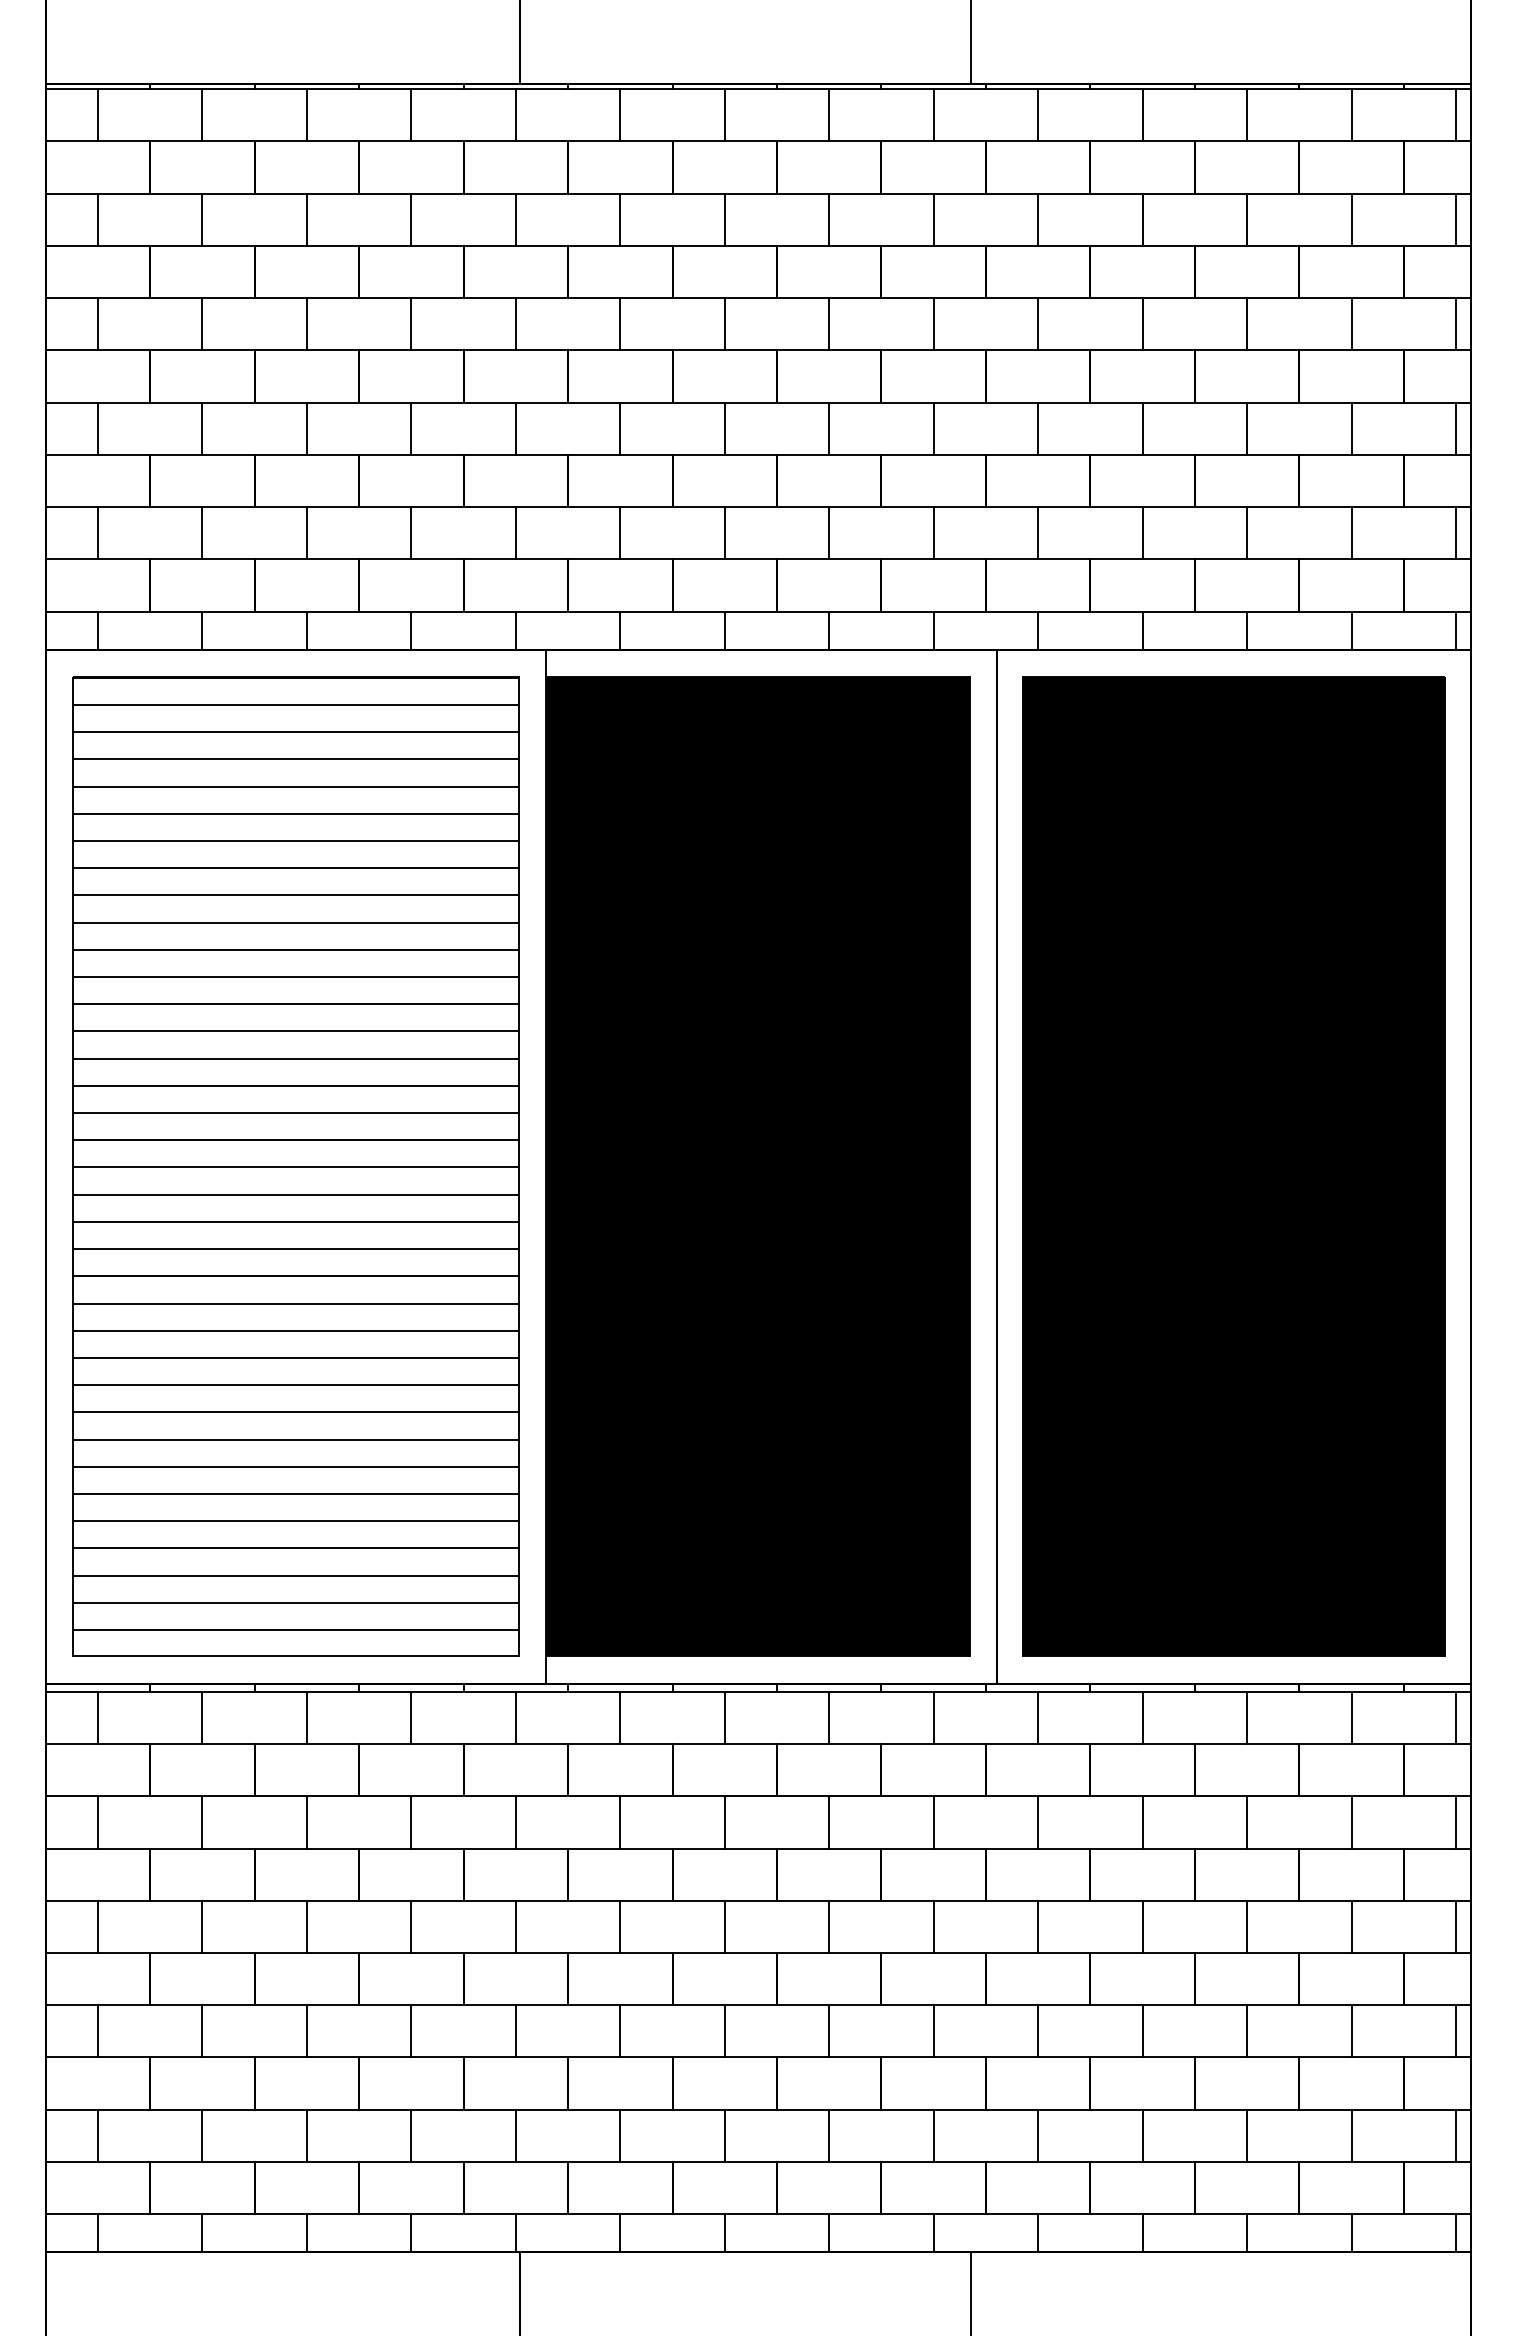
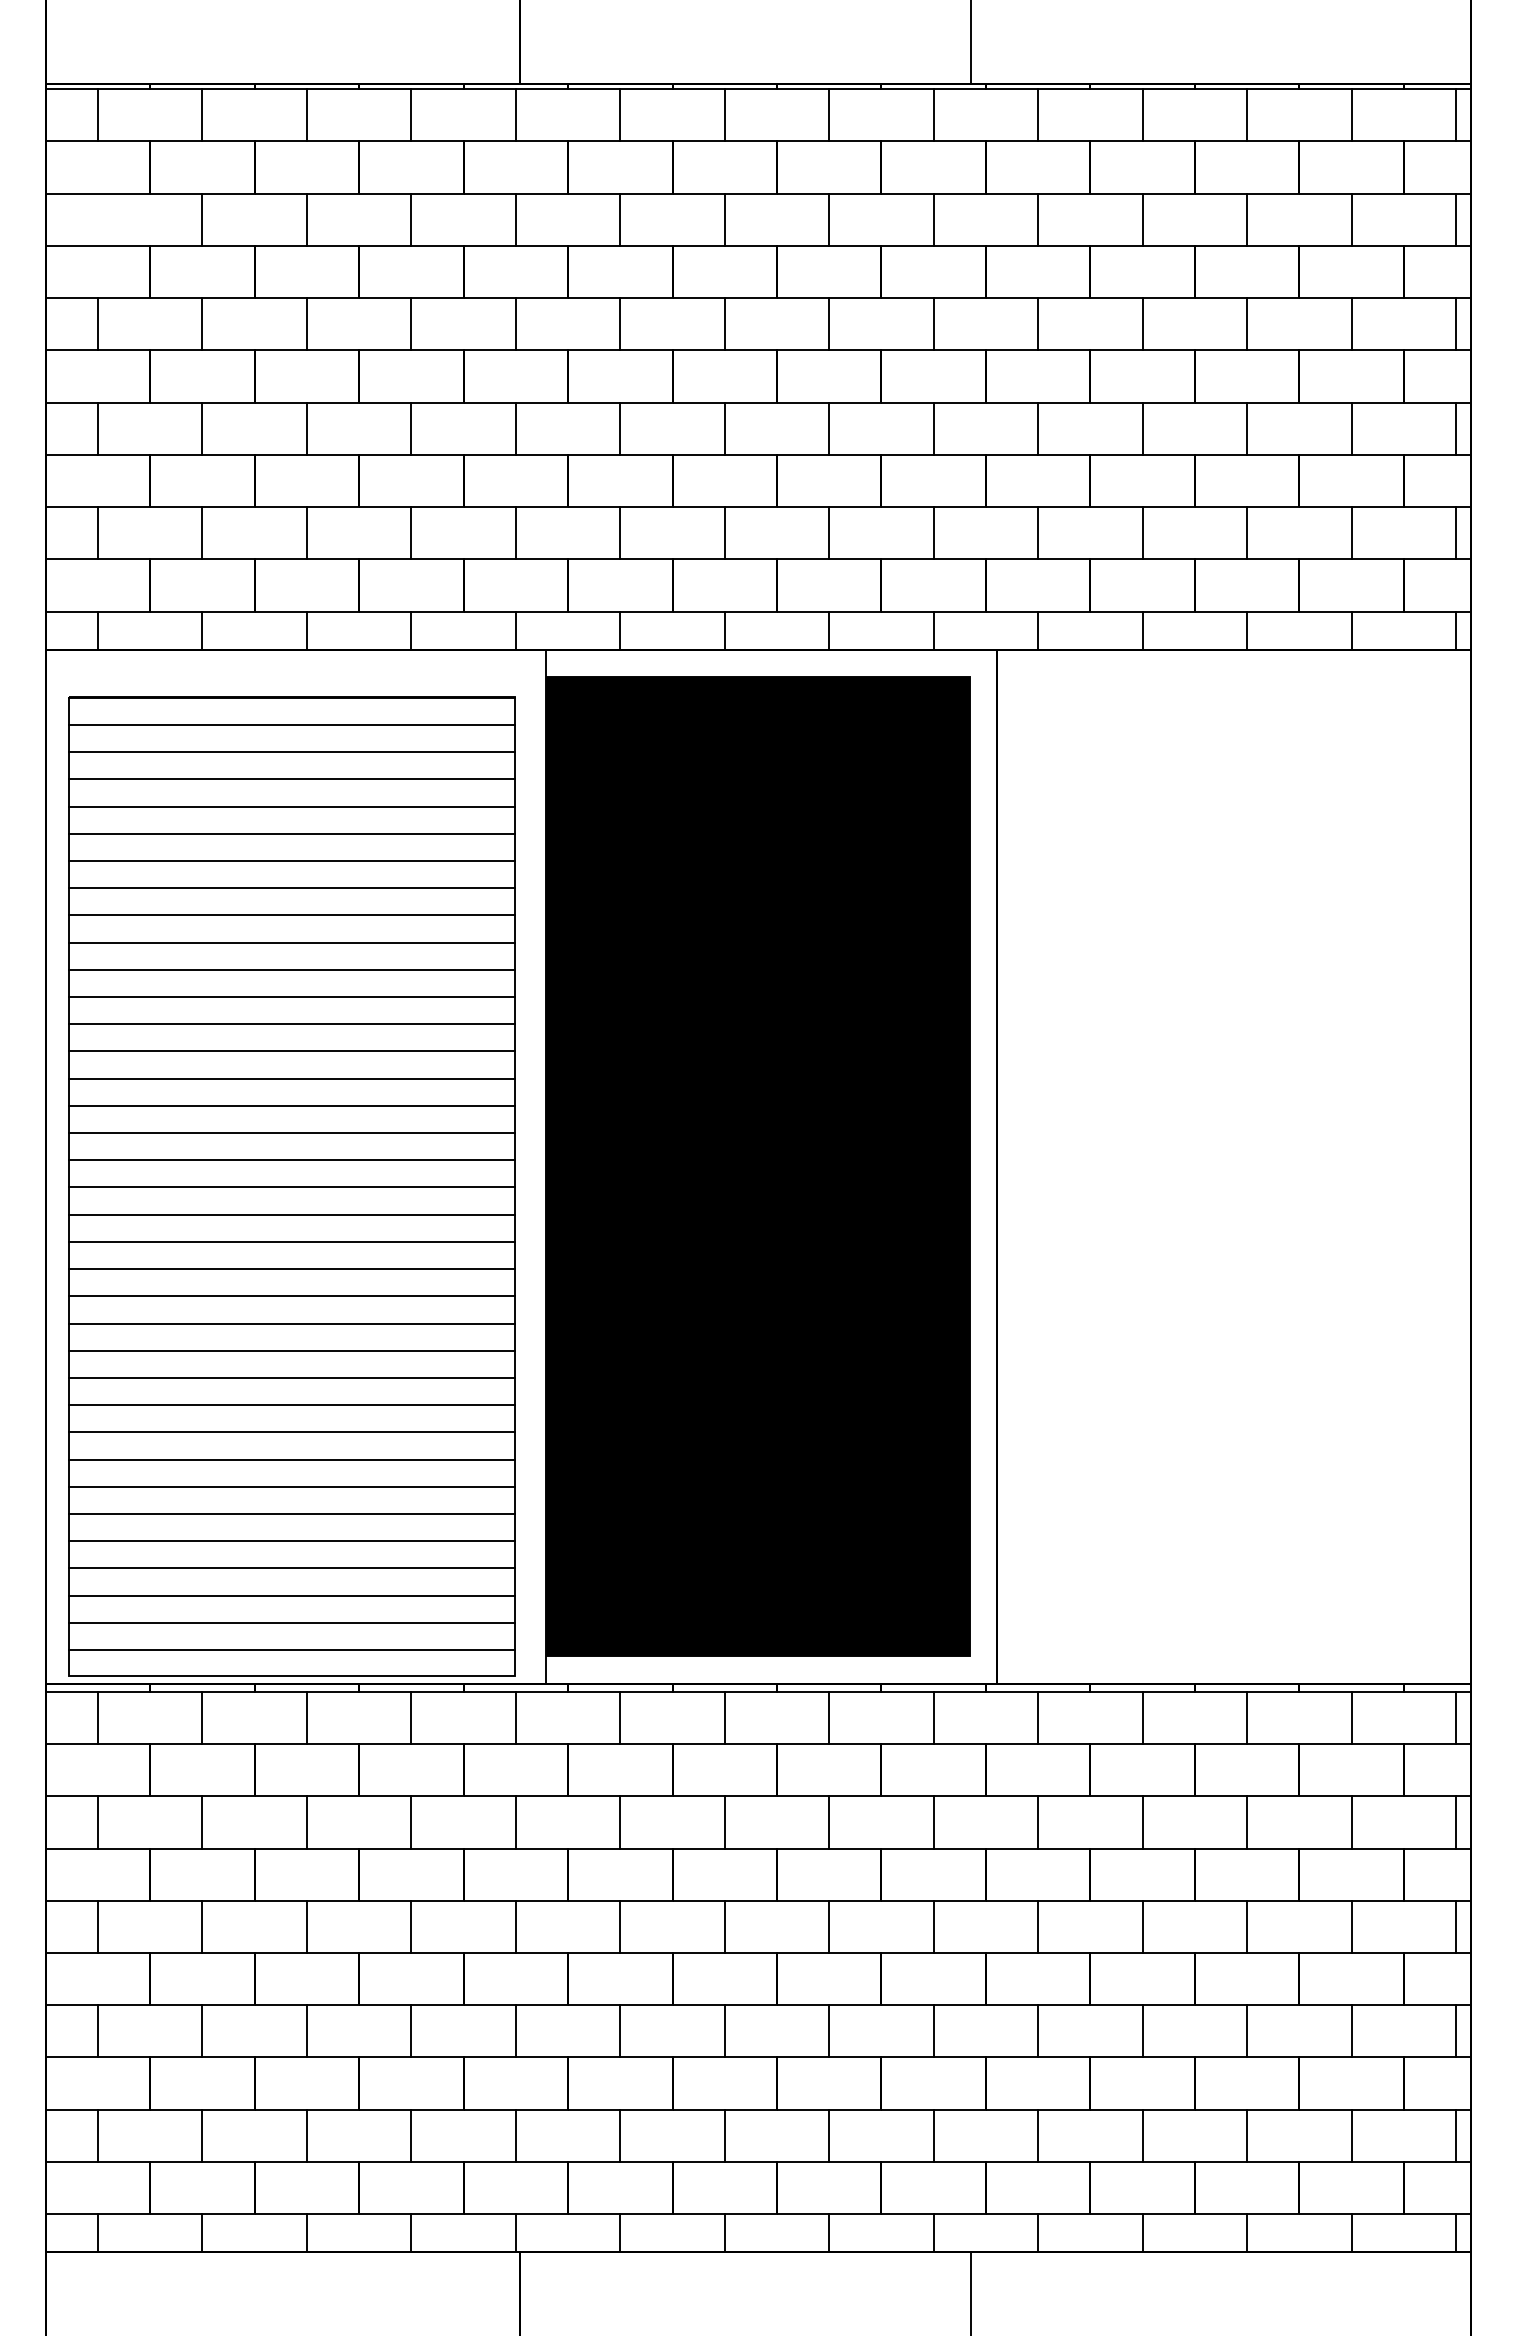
line at (97, 219): present -> none
part at (295, 1166) position: (295, 1166) -> (291, 1186)
part at (1233, 1166): present -> none
